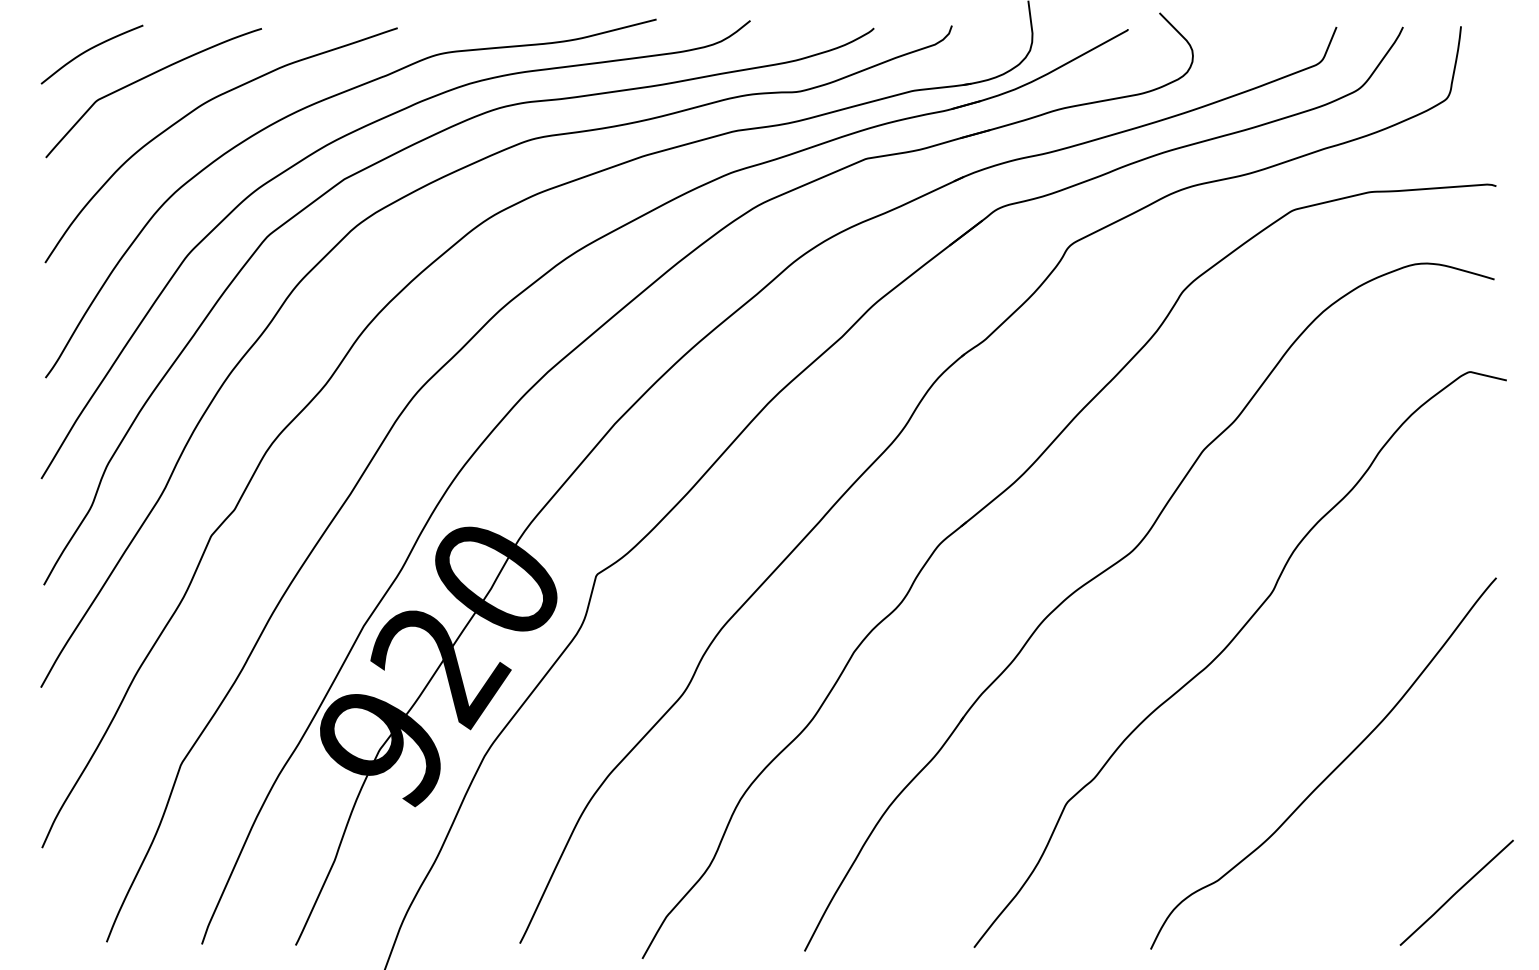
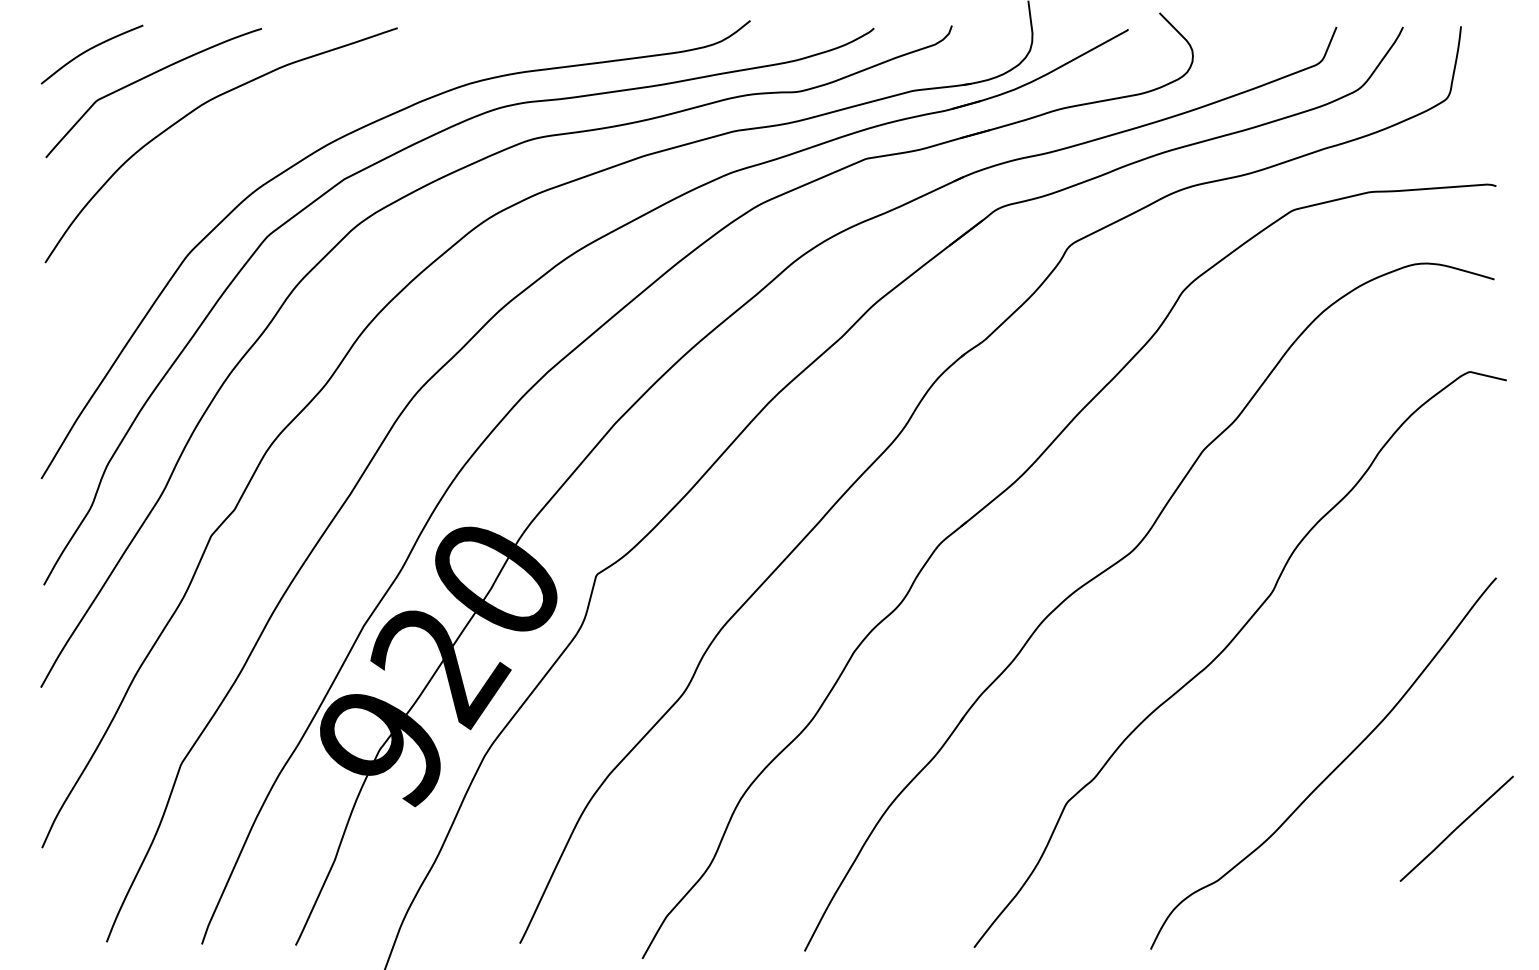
curve at (311, 106): present -> none
line at (1456, 892) position: (1456, 892) -> (1456, 828)
